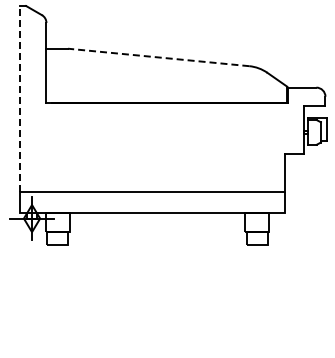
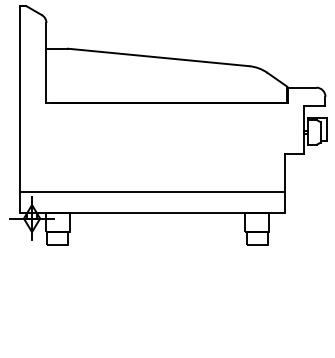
line at (158, 57): dashed -> solid
line at (19, 99): dashed -> solid
